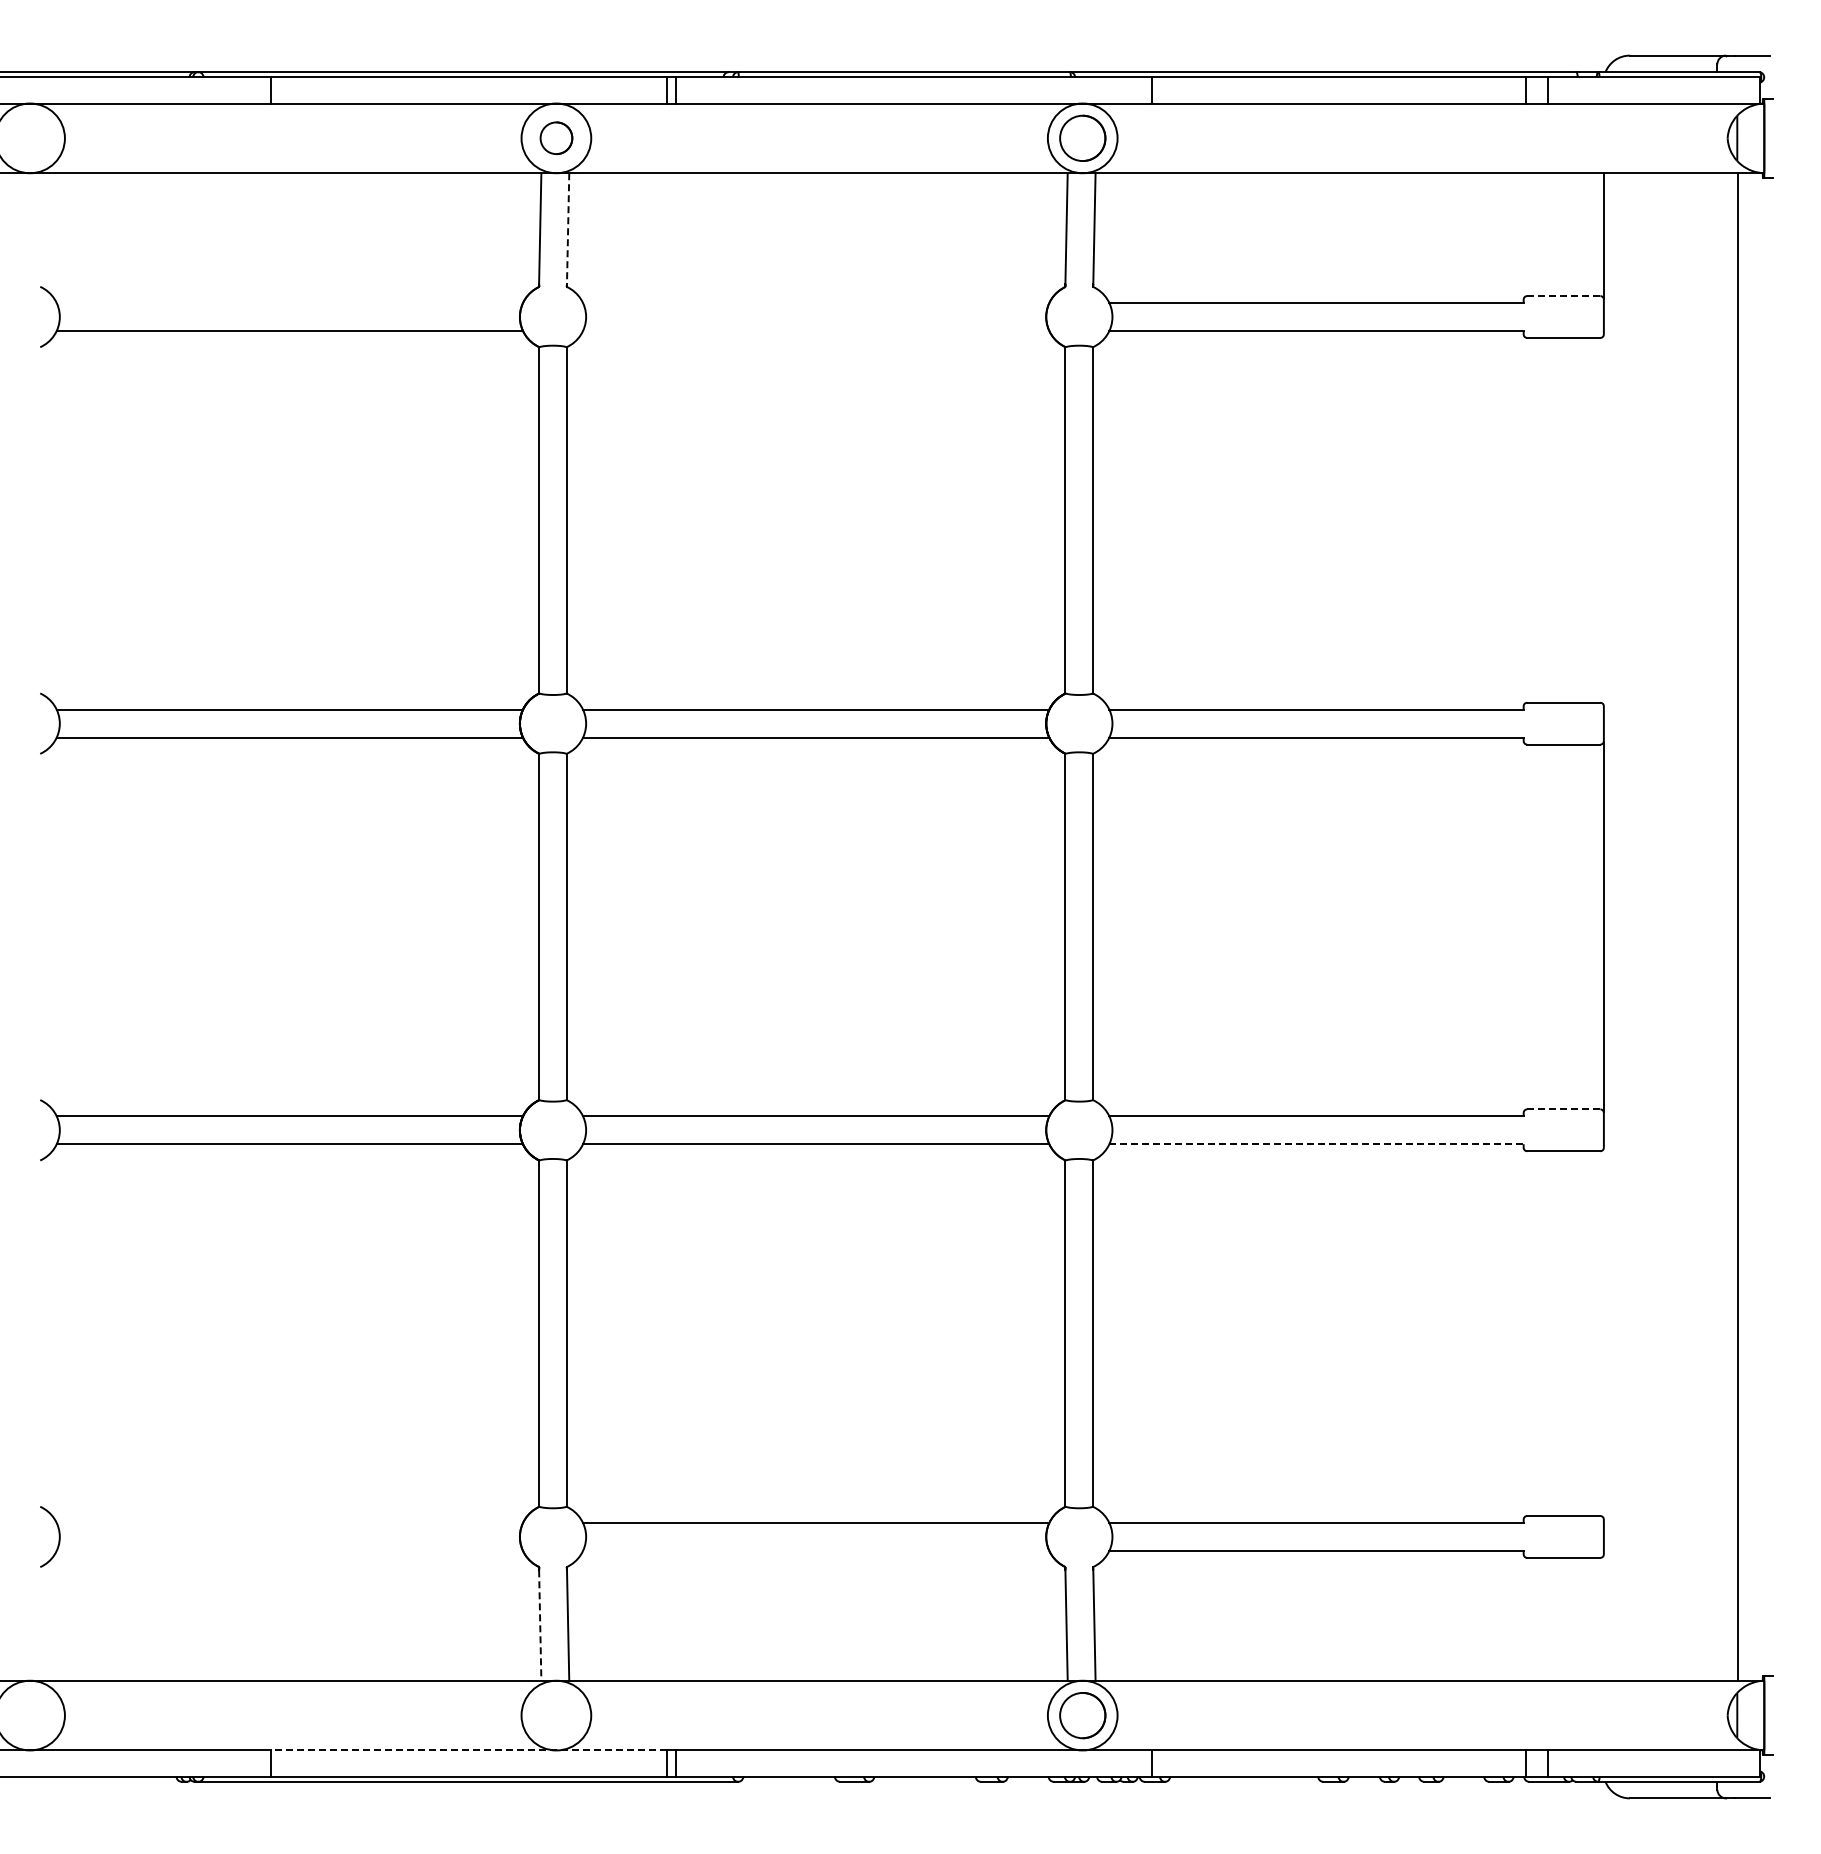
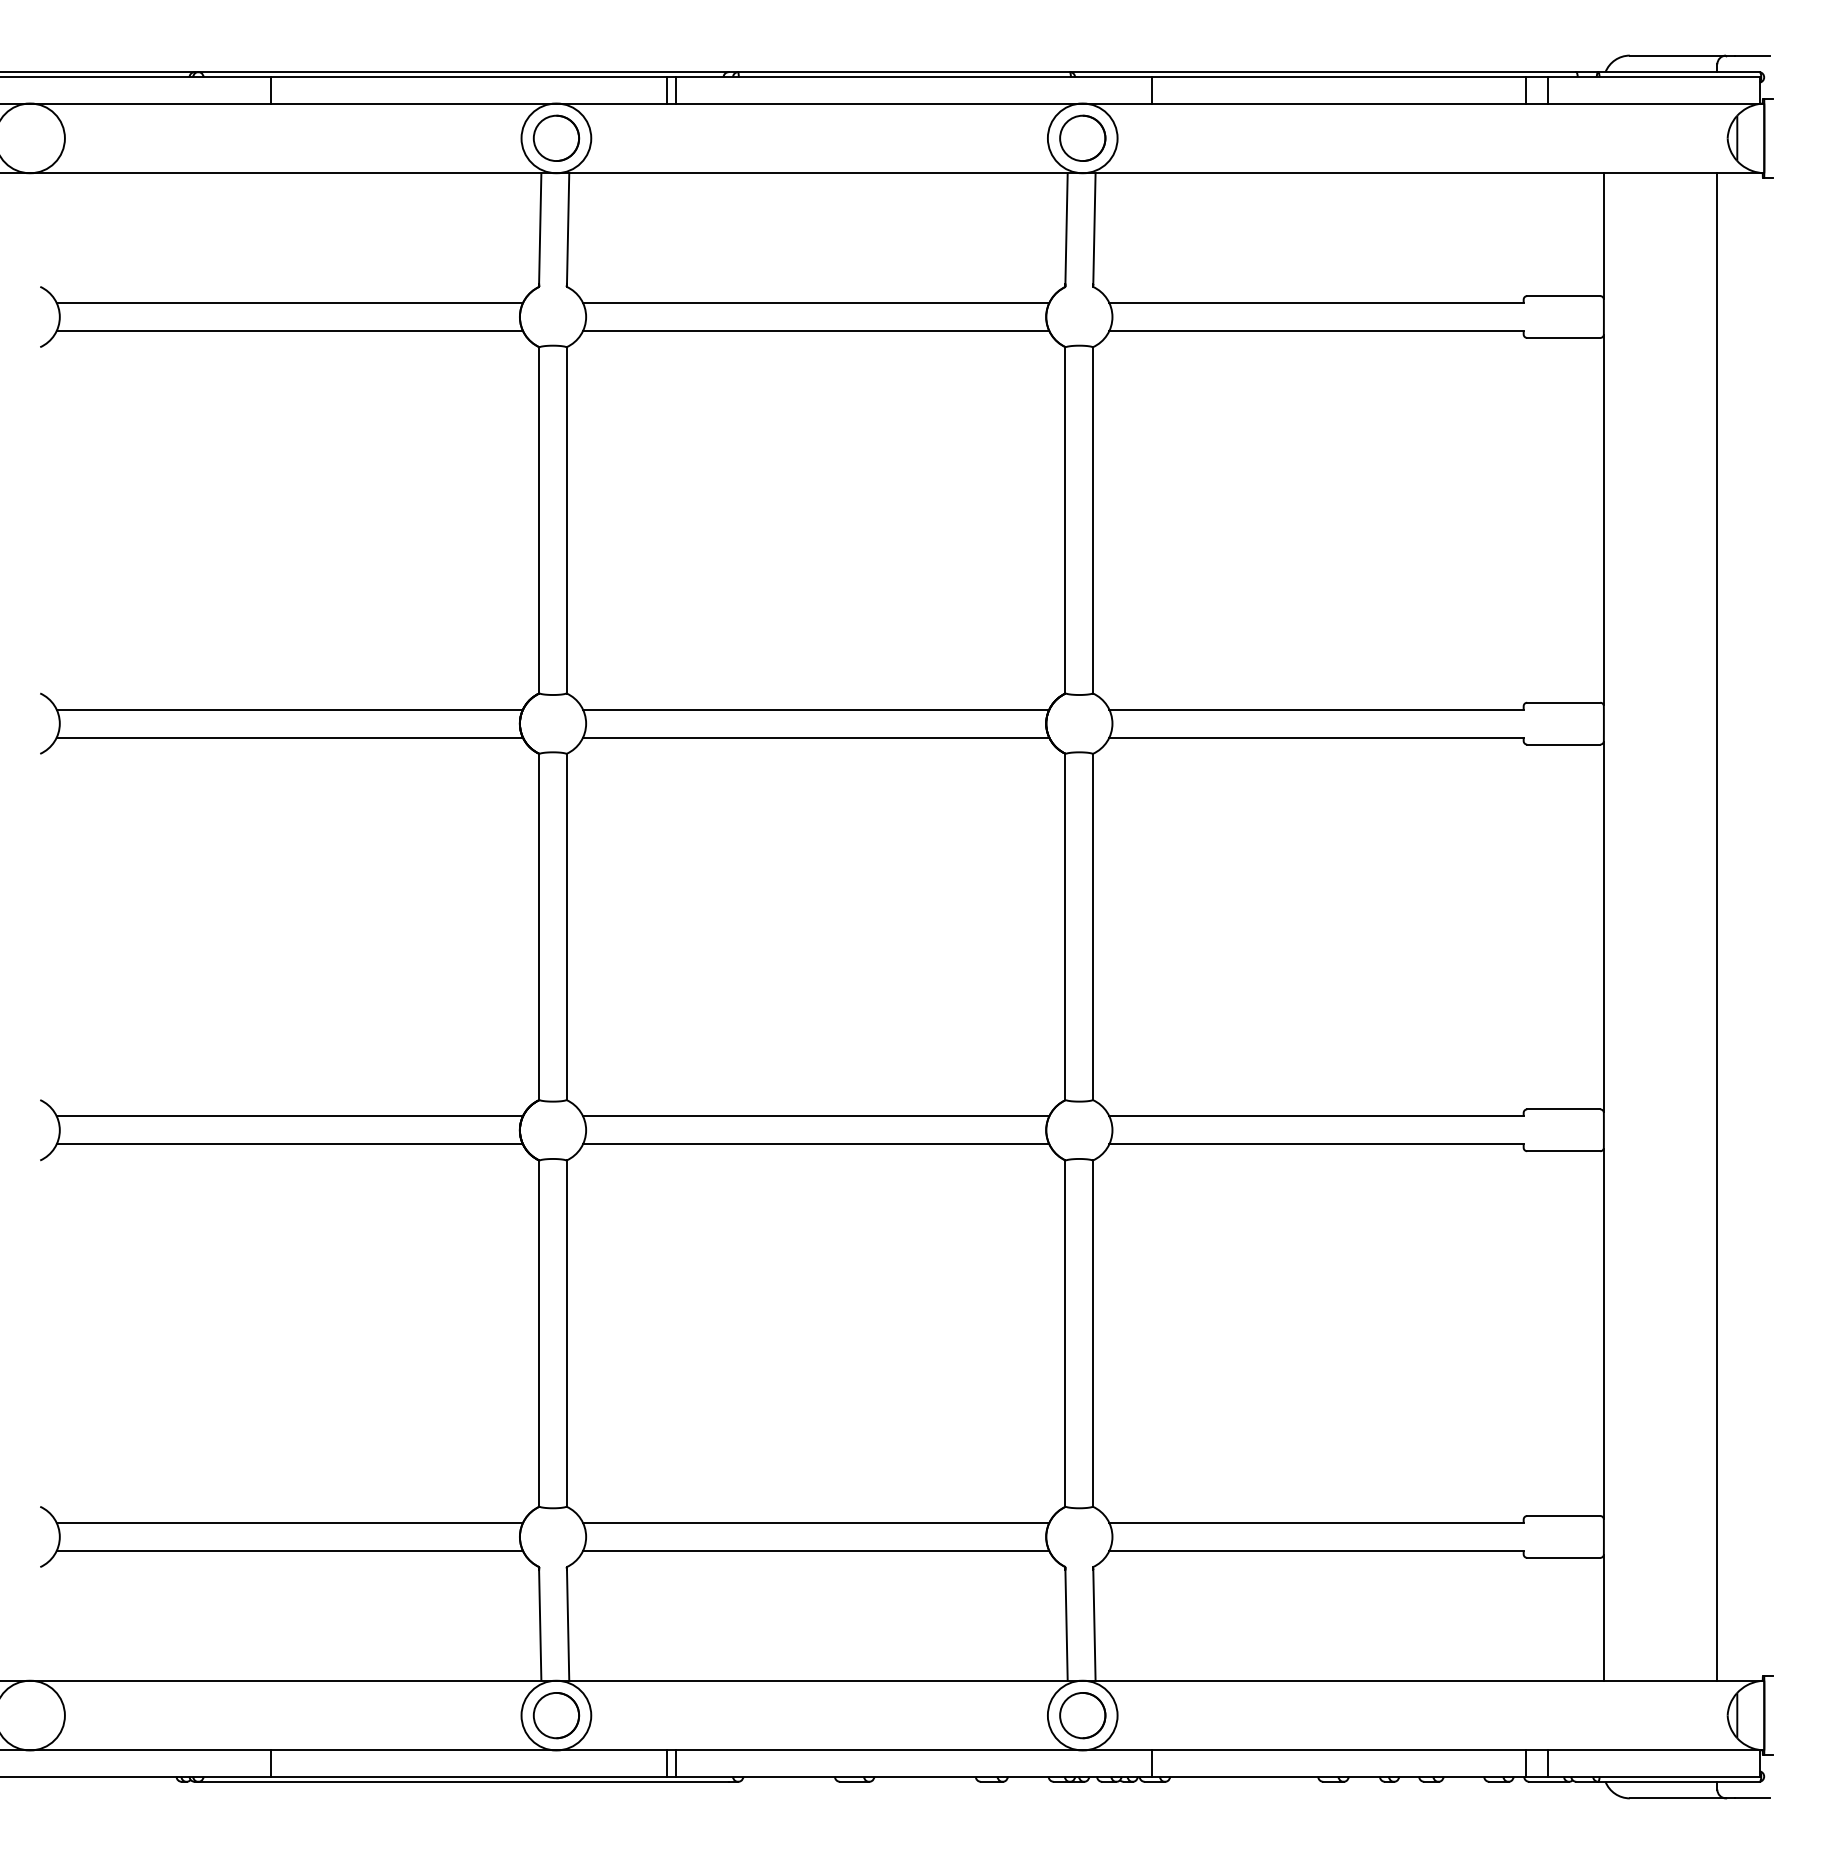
part at (556, 138) size: 35x35 px -> 49x48 px
line at (568, 229): dashed -> solid
line at (1563, 296): dashed -> solid
line at (289, 303): none -> present
line at (816, 303): none -> present
line at (816, 330): none -> present
line at (1603, 520): none -> present
line at (1738, 926) position: (1738, 926) -> (1717, 926)
line at (1563, 1109): dashed -> solid
line at (1317, 1144): dashed -> solid
line at (1603, 1333): none -> present
line at (289, 1523): none -> present
line at (289, 1550): none -> present
line at (816, 1550): none -> present
line at (1603, 1617): none -> present
line at (540, 1626): dashed -> solid
part at (556, 1715): none -> present
line at (468, 1750): dashed -> solid
